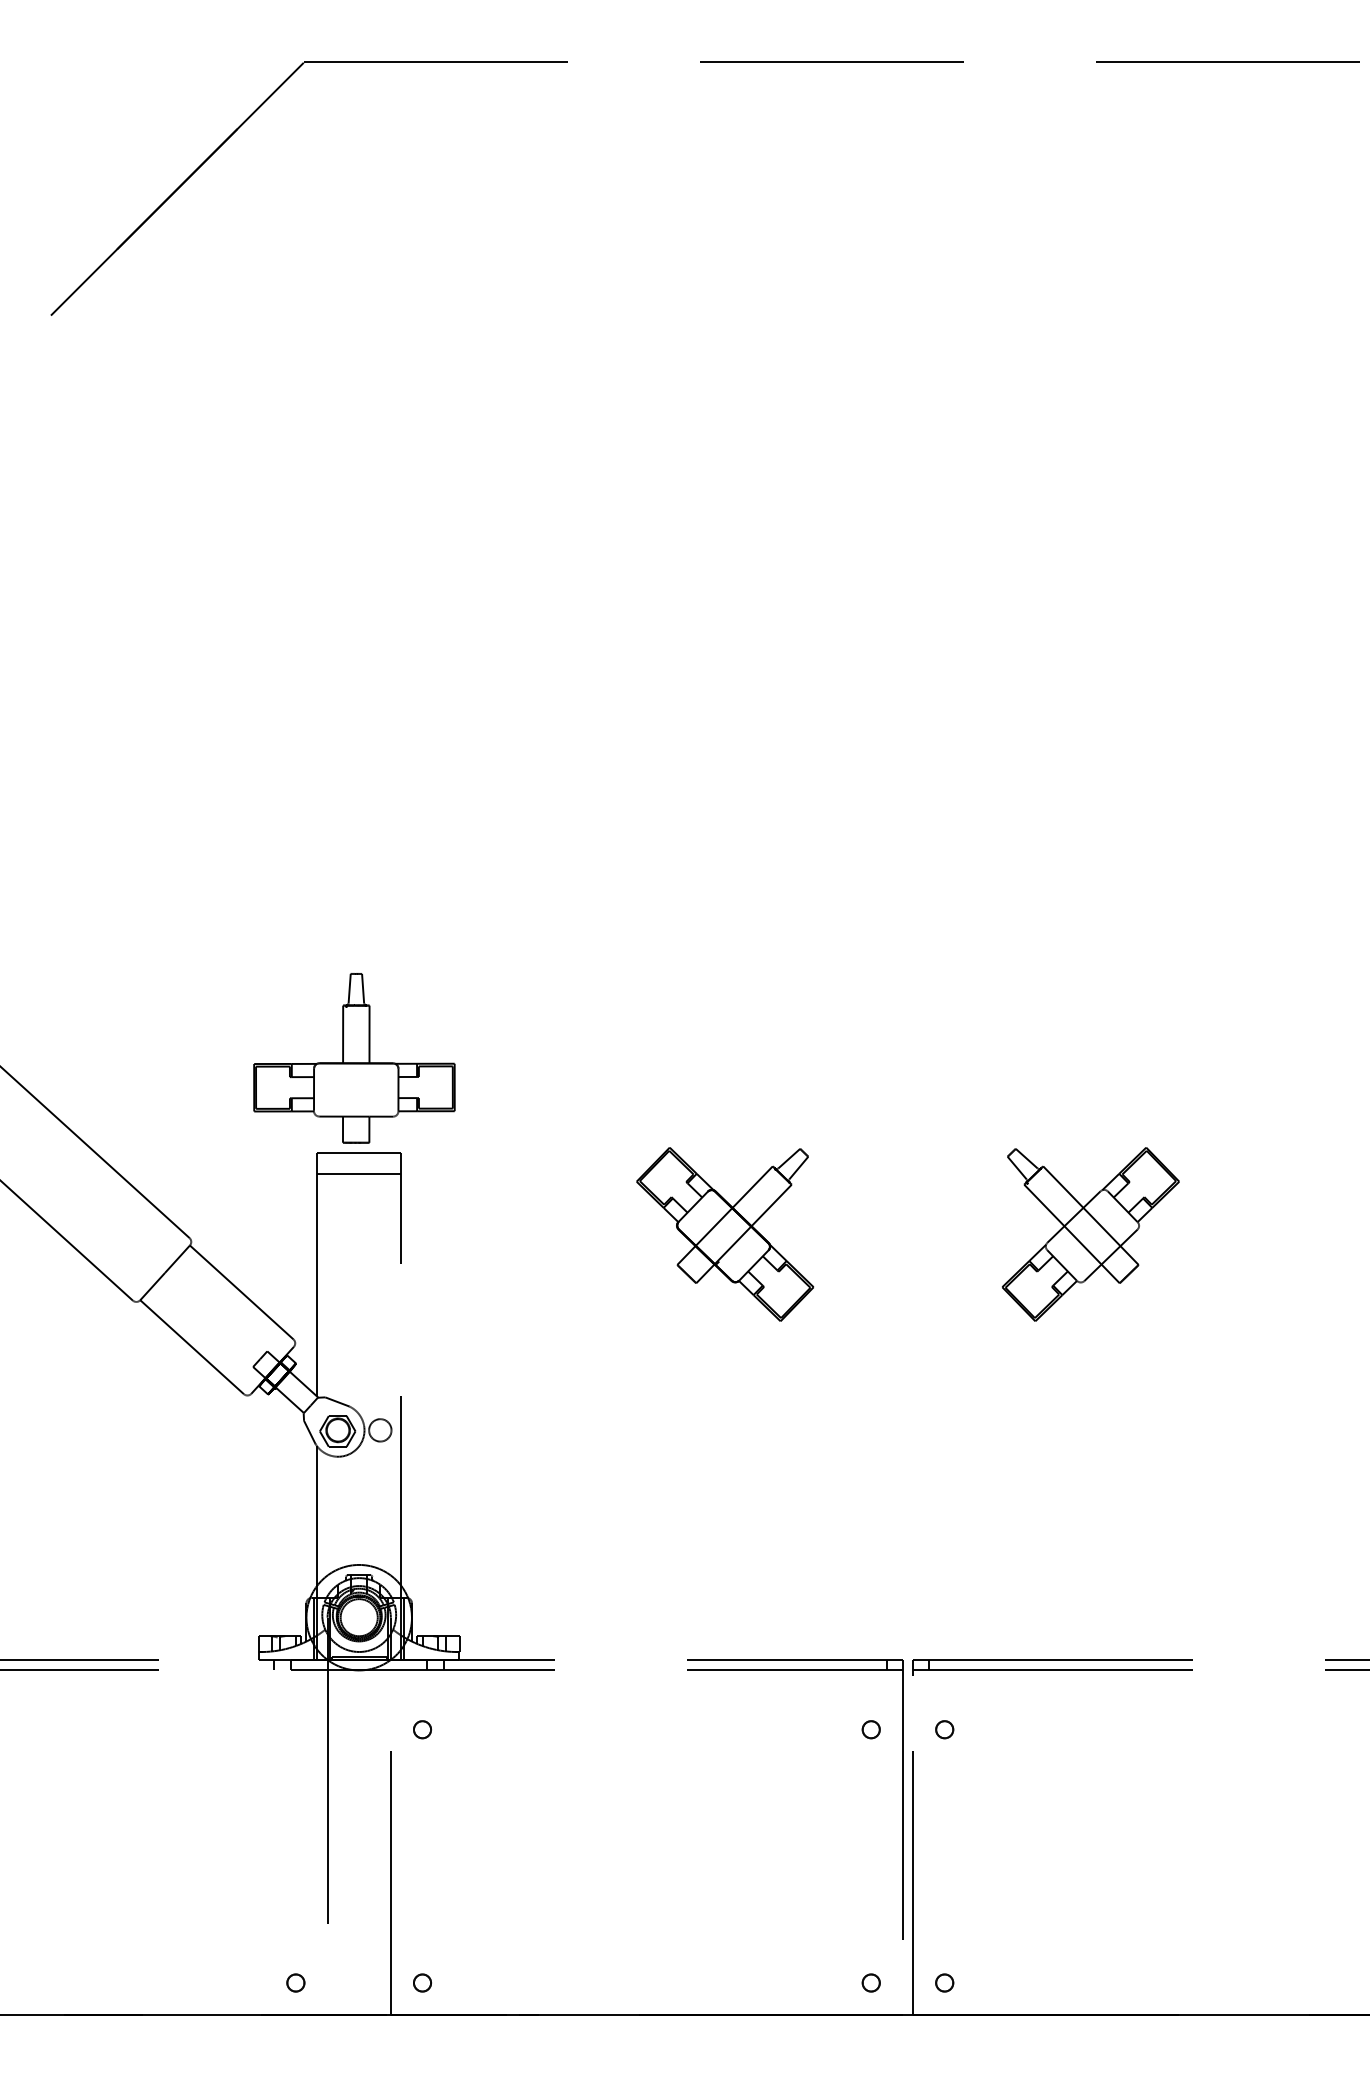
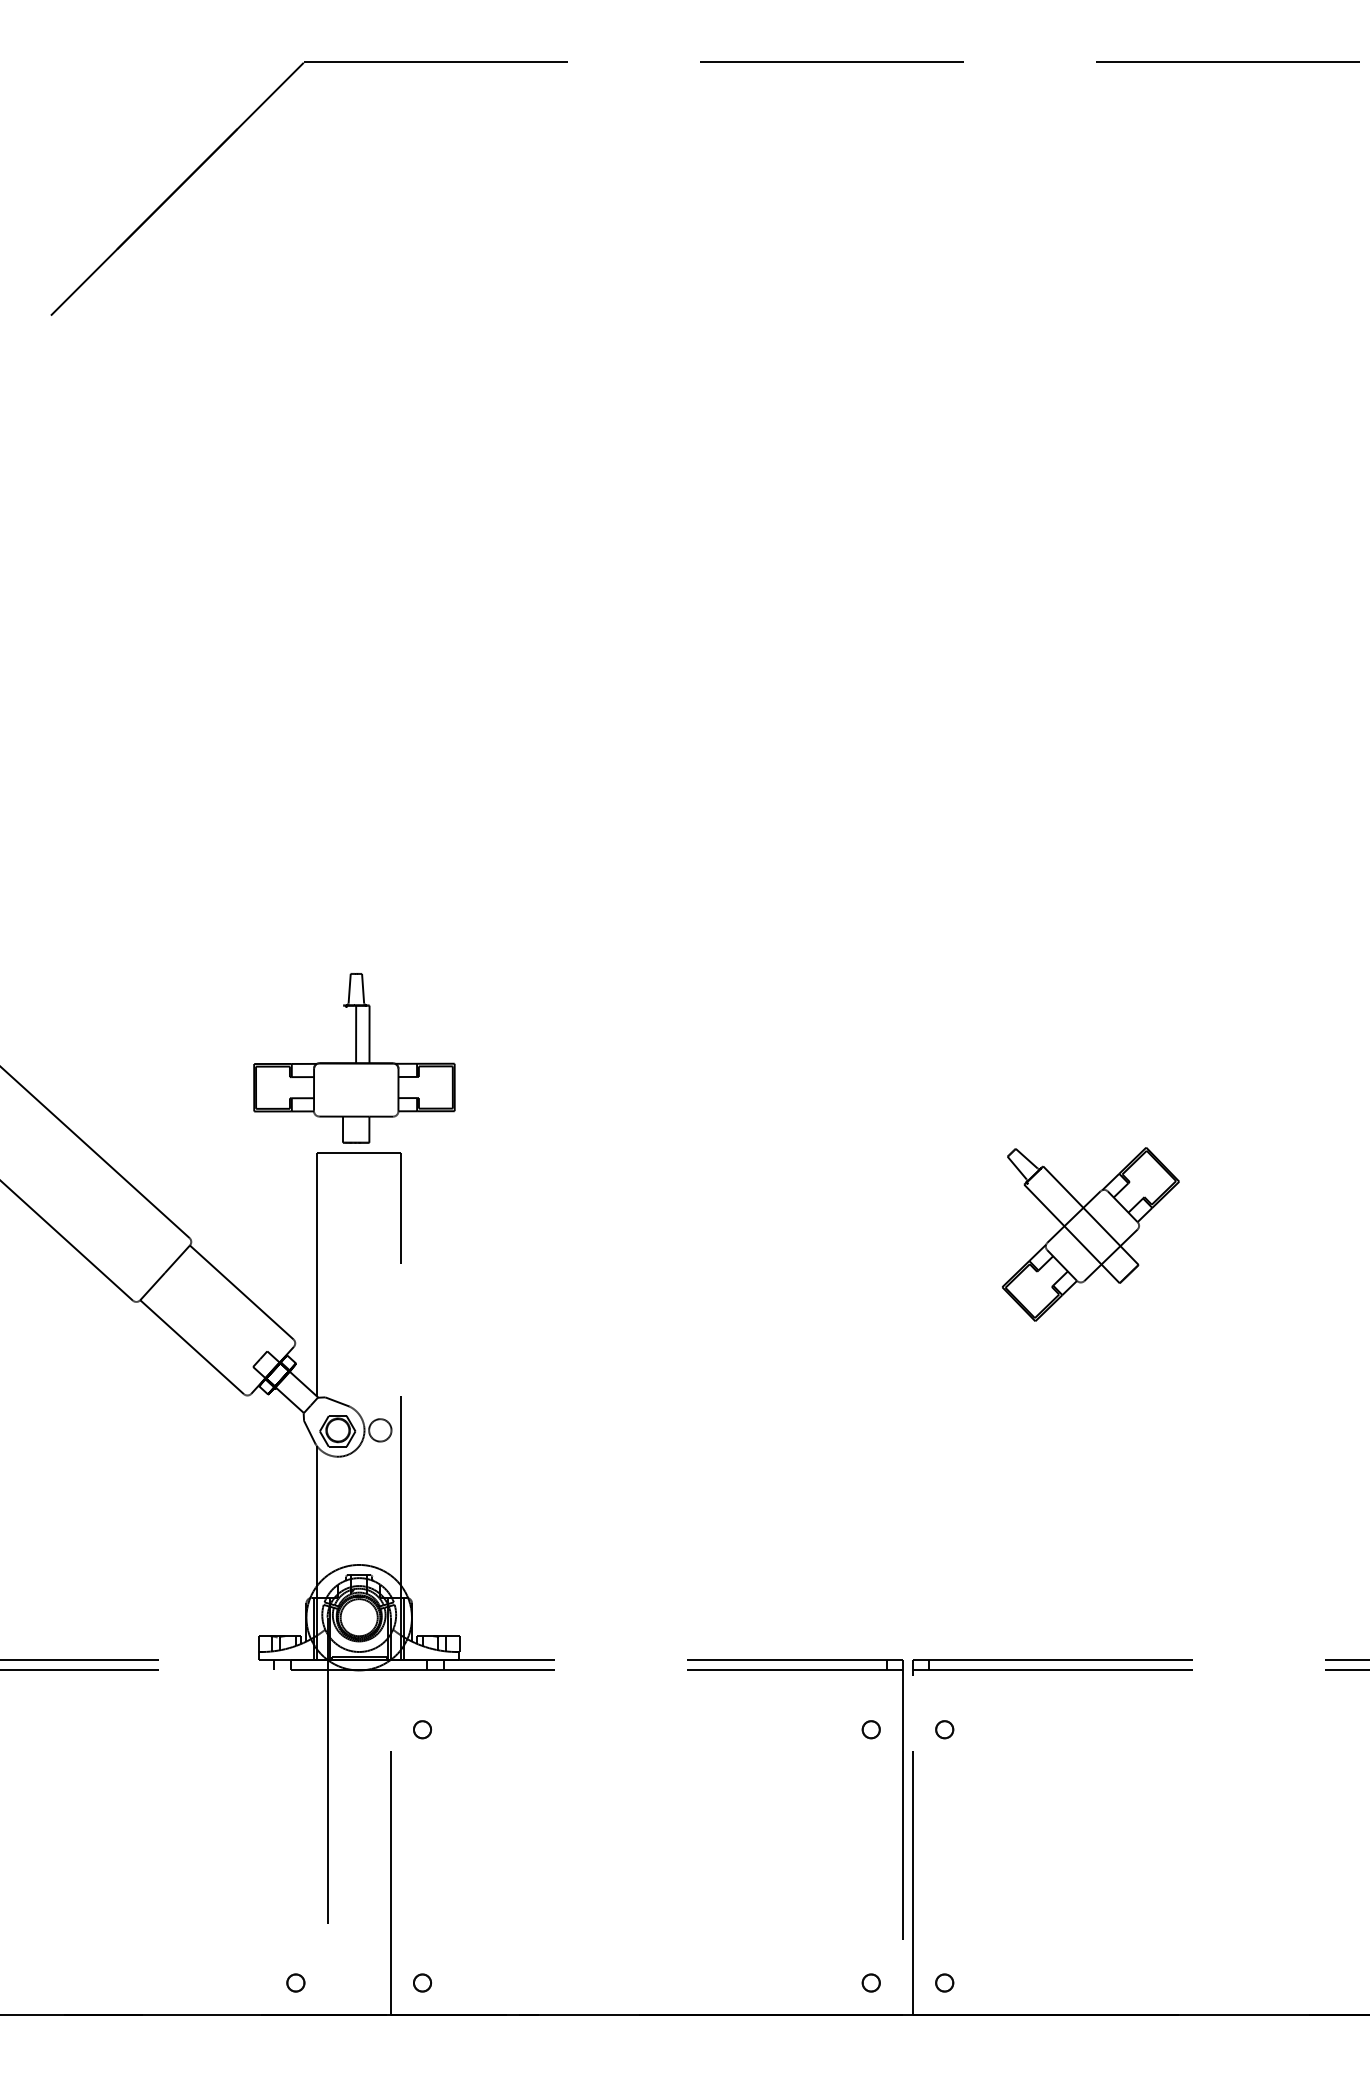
line at (343, 1034) position: (343, 1034) -> (356, 1034)
line at (359, 1174): present -> none
part at (725, 1234): present -> none
